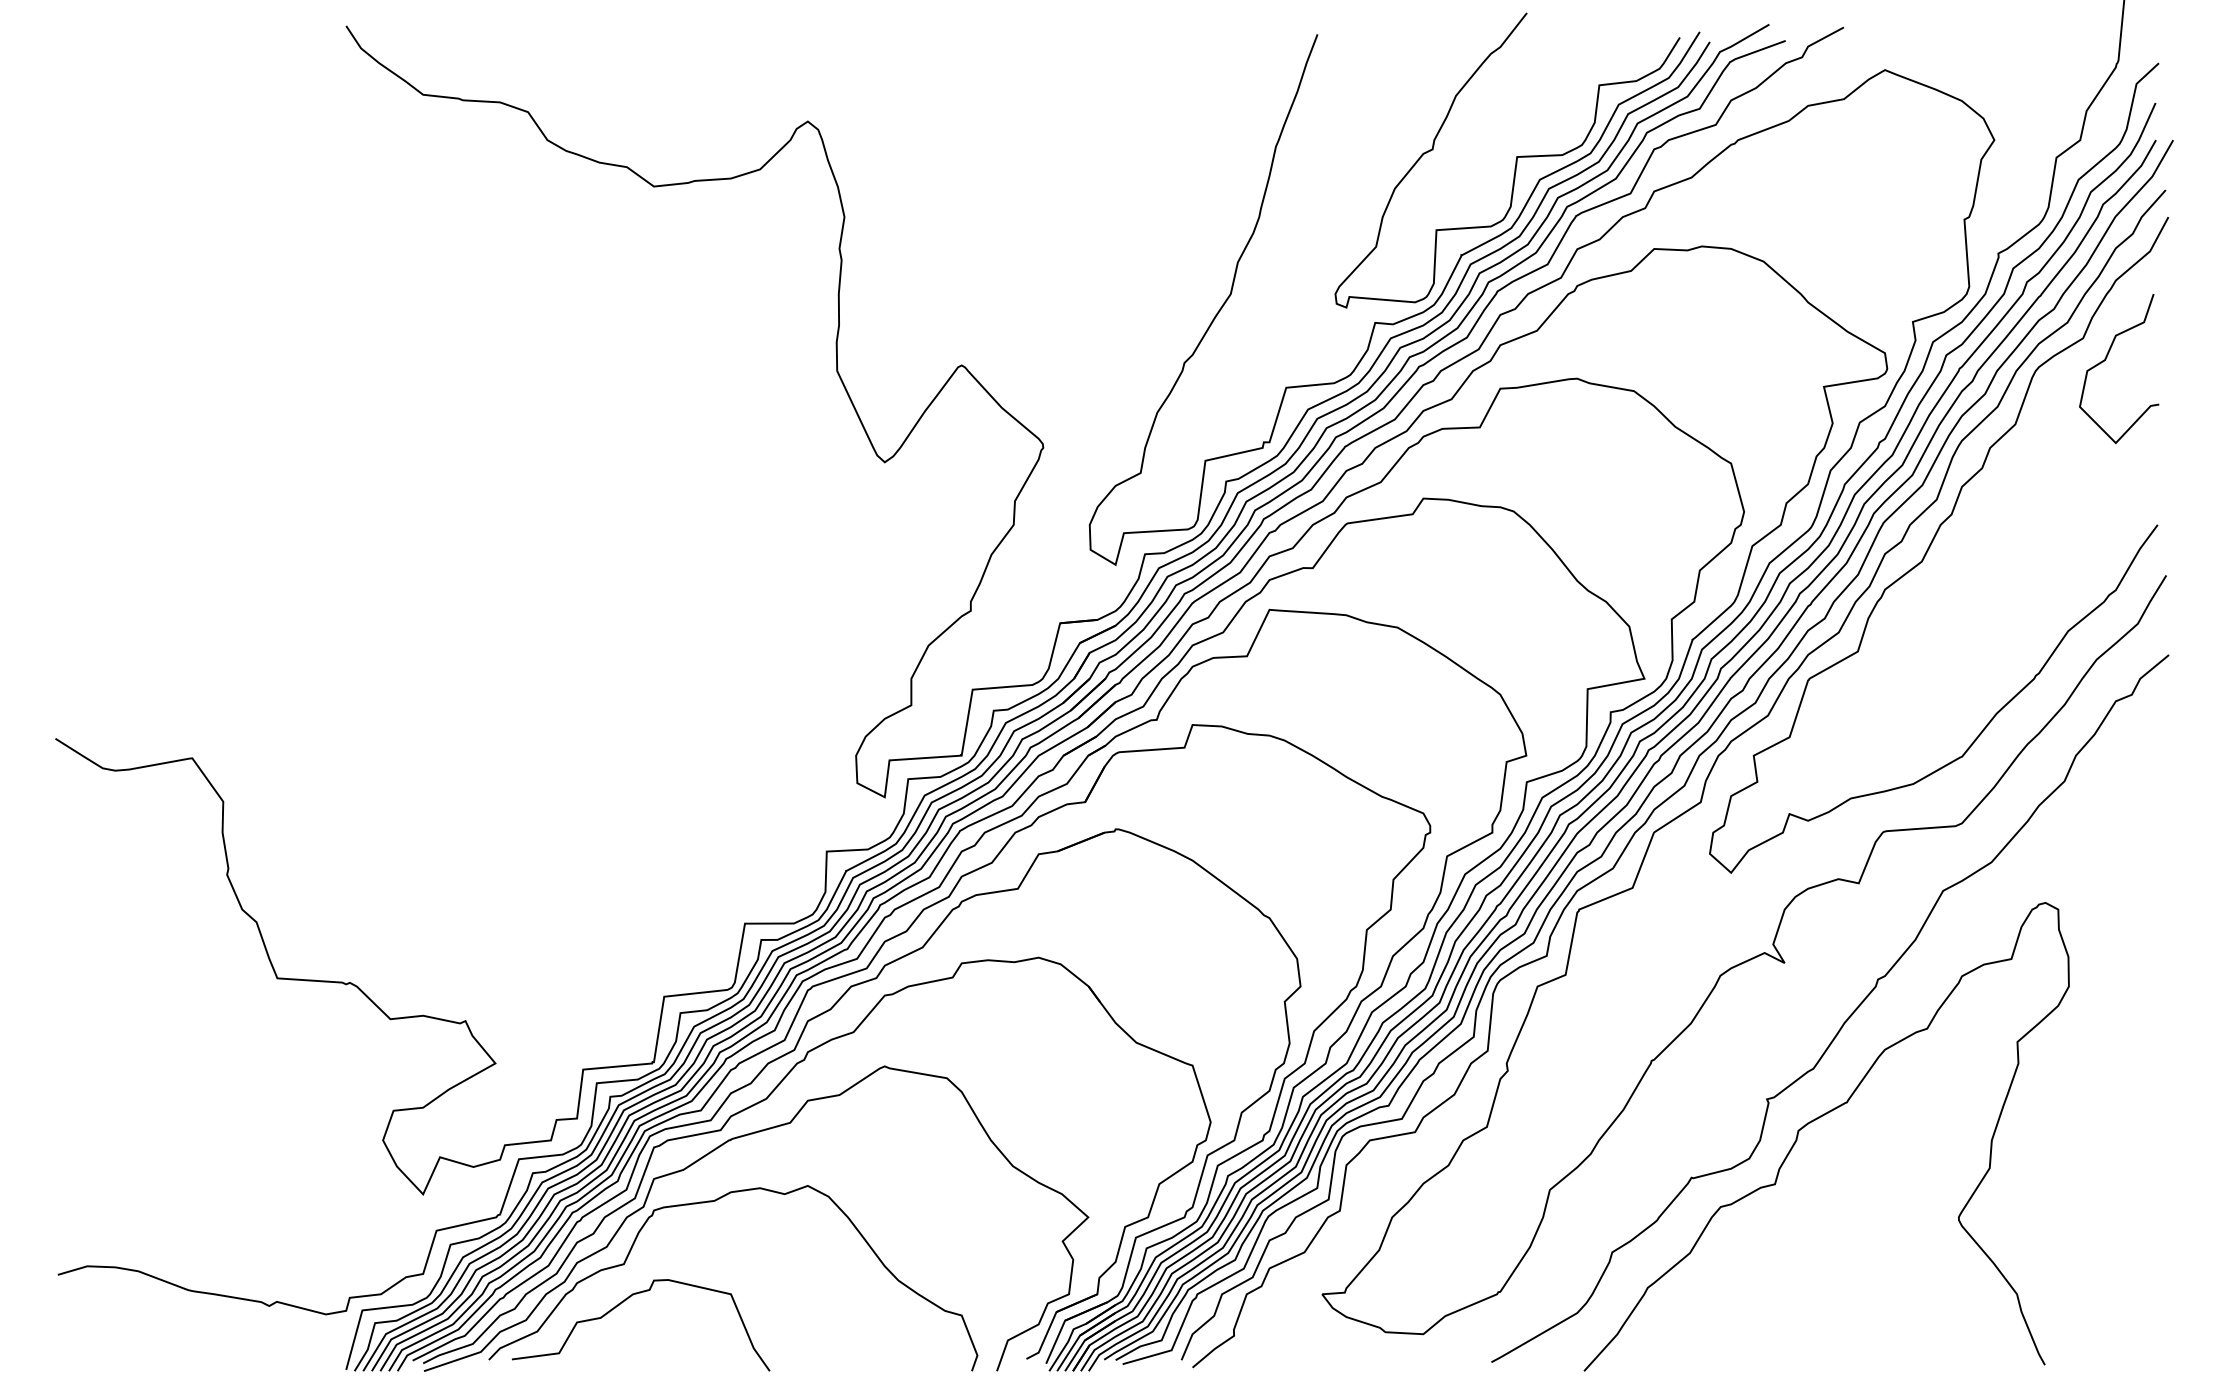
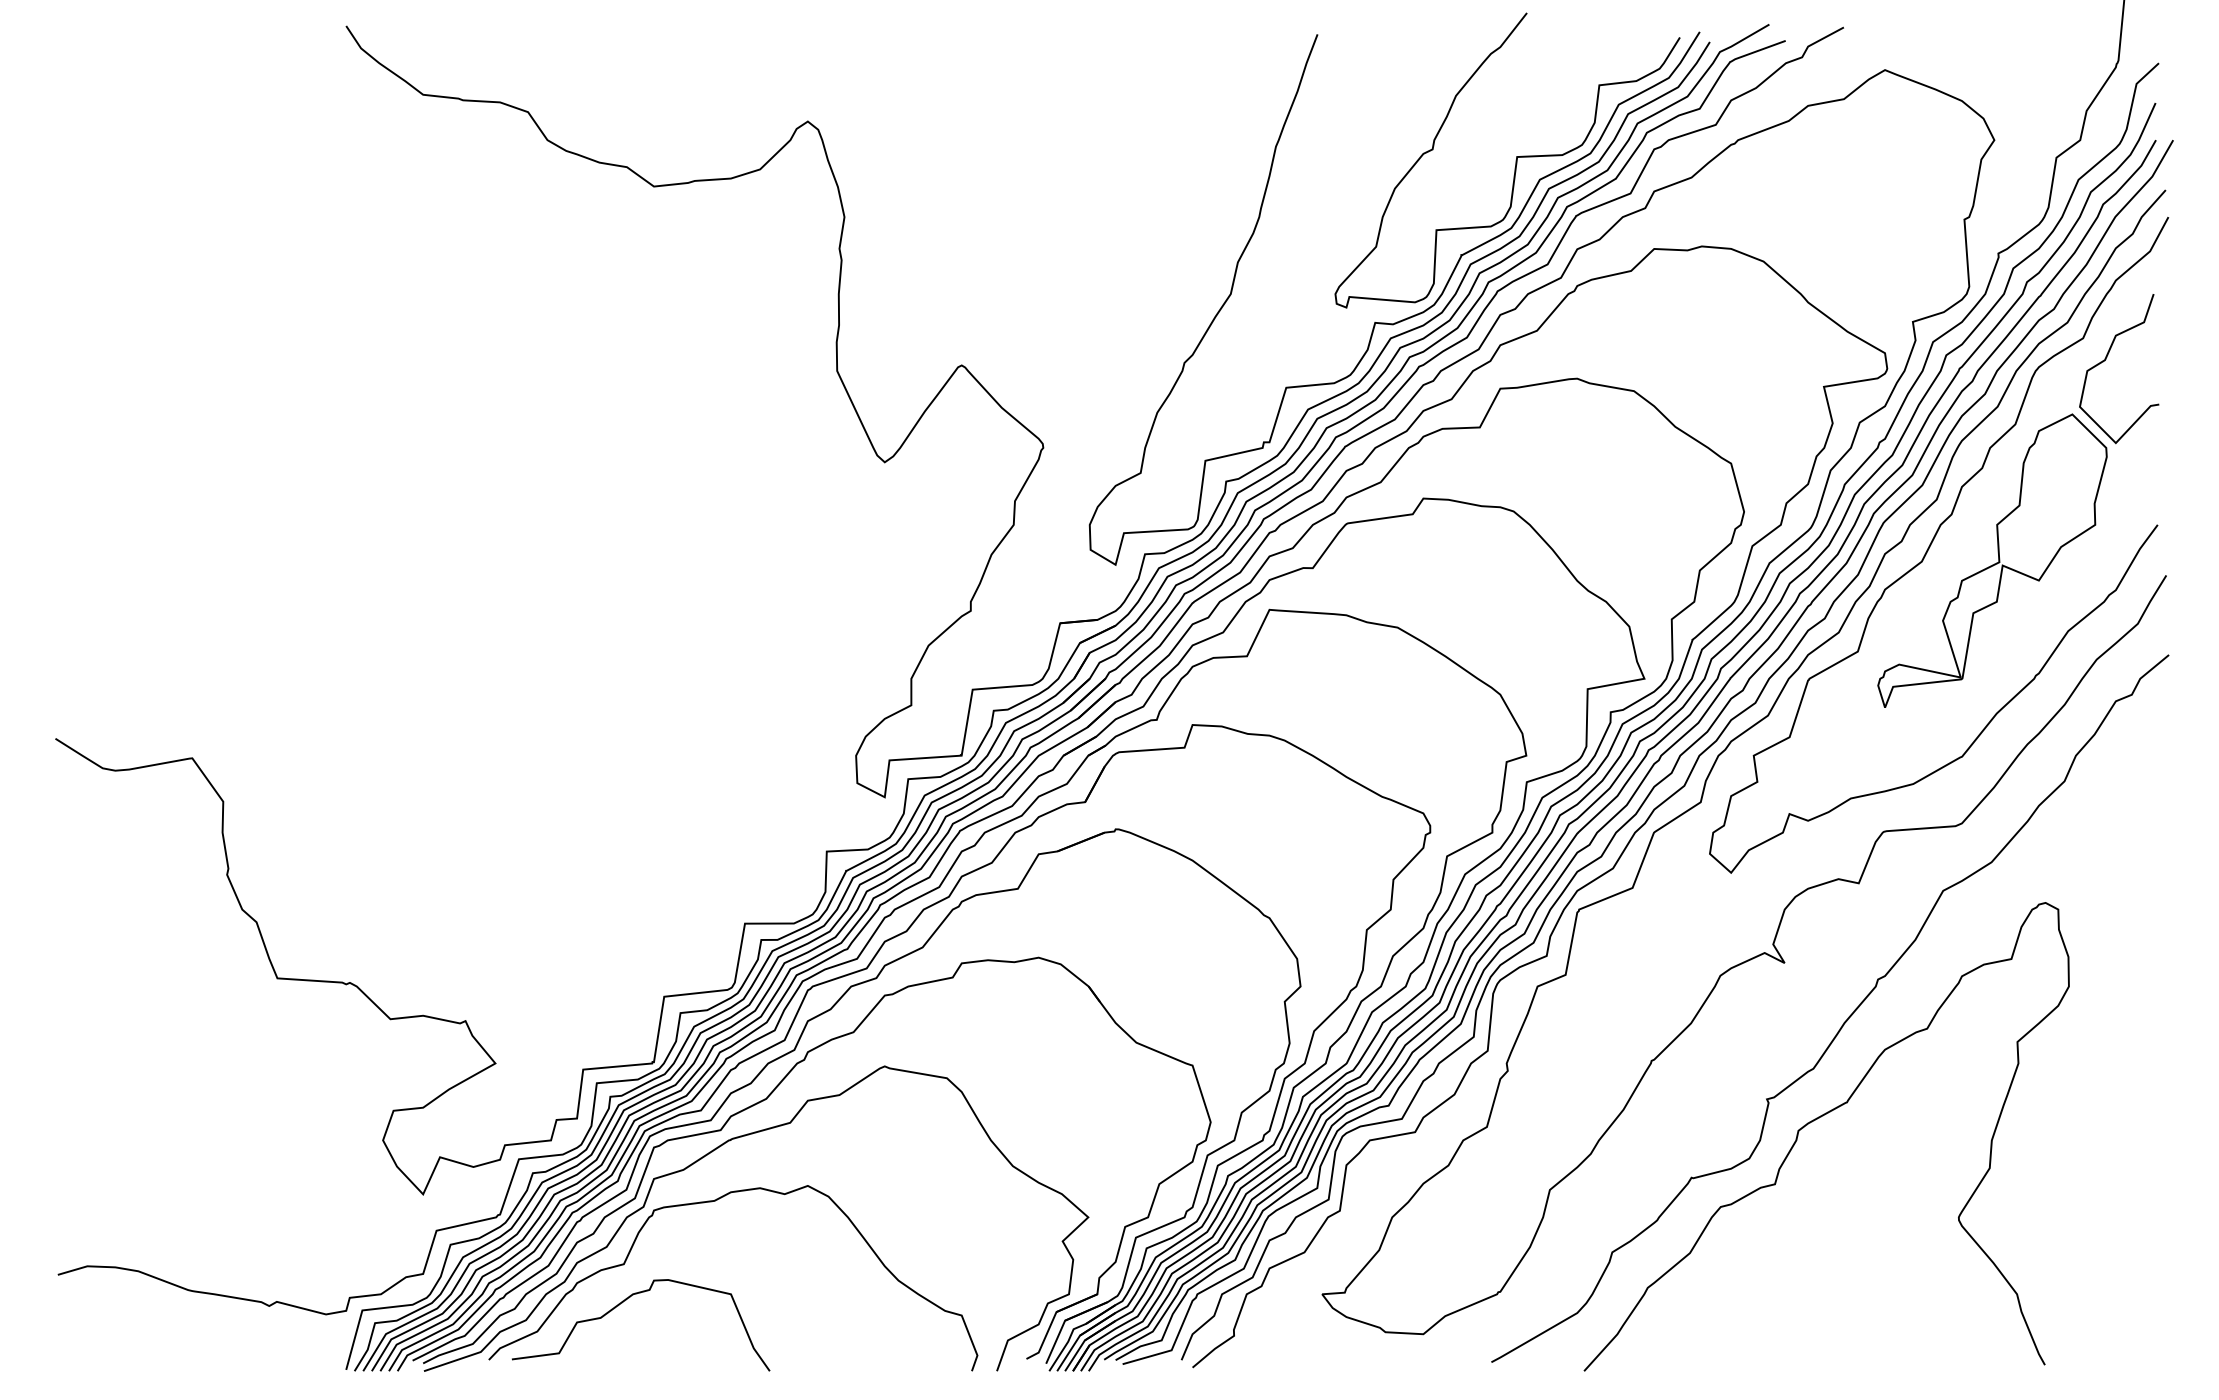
part at (1992, 560): none -> present
